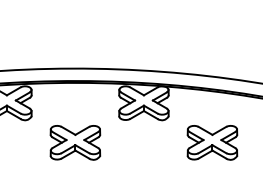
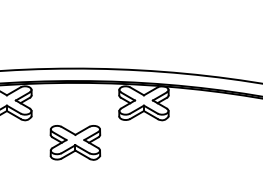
part at (212, 142): present -> none
